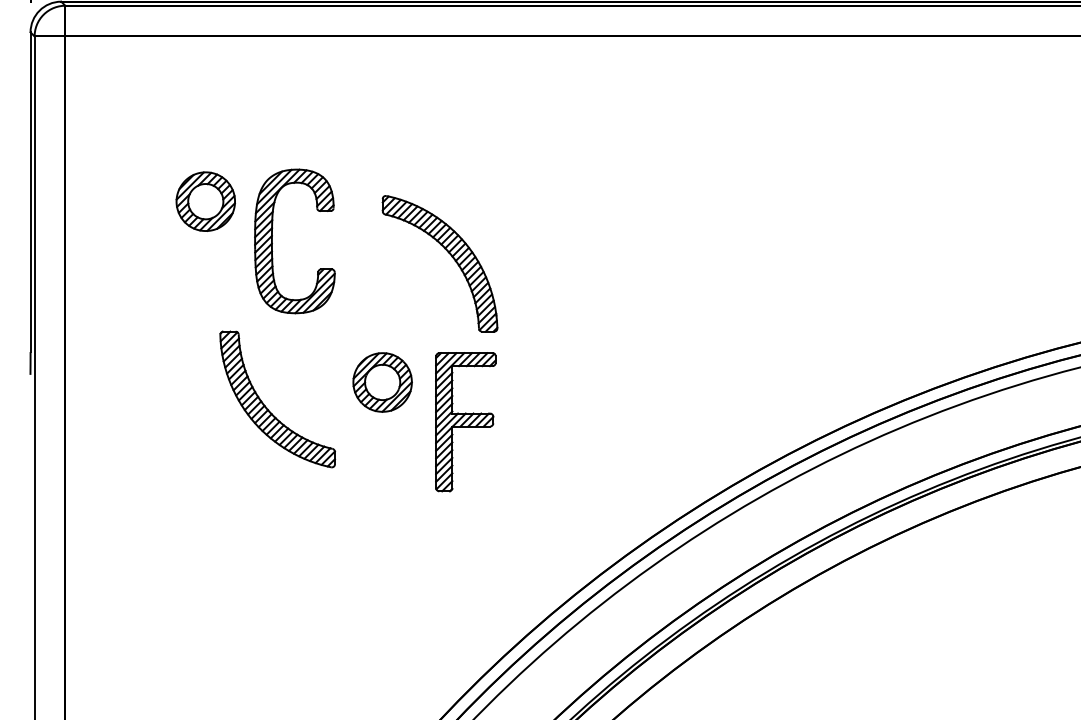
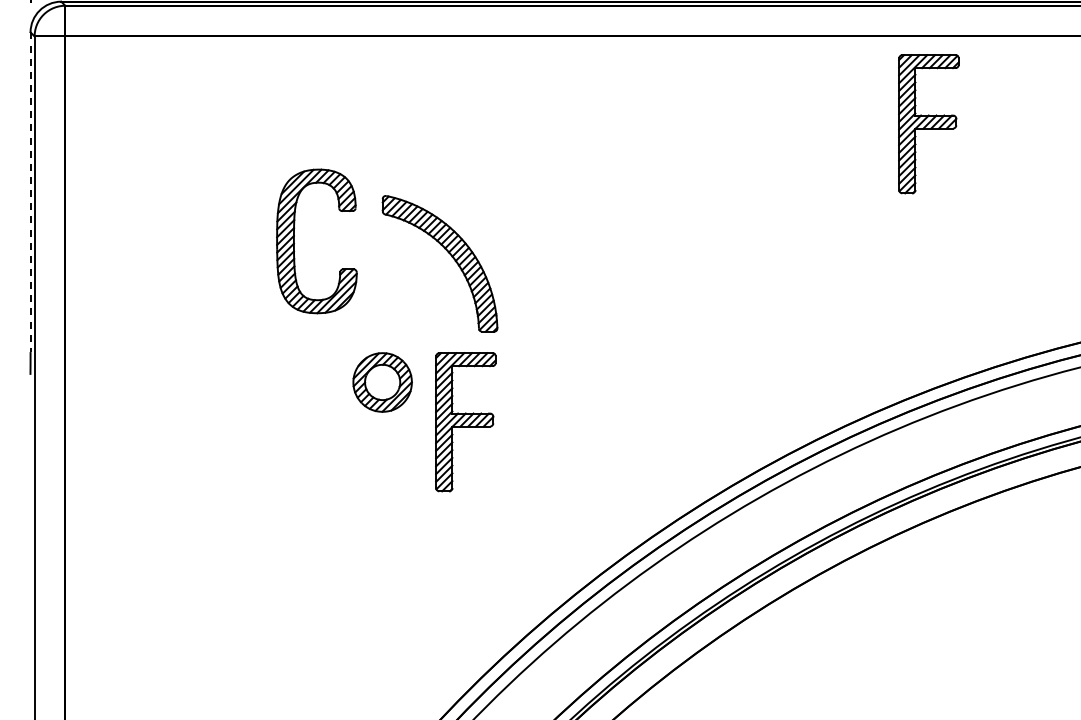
part at (928, 124): none -> present
line at (30, 192): solid -> dashed
part at (205, 201): present -> none
part at (272, 241) position: (272, 241) -> (294, 241)
part at (266, 406): present -> none
